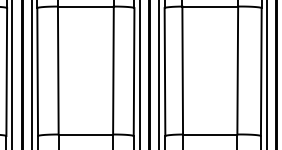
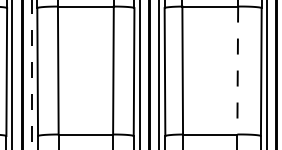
line at (237, 70): solid -> dashed
line at (32, 75): solid -> dashed
